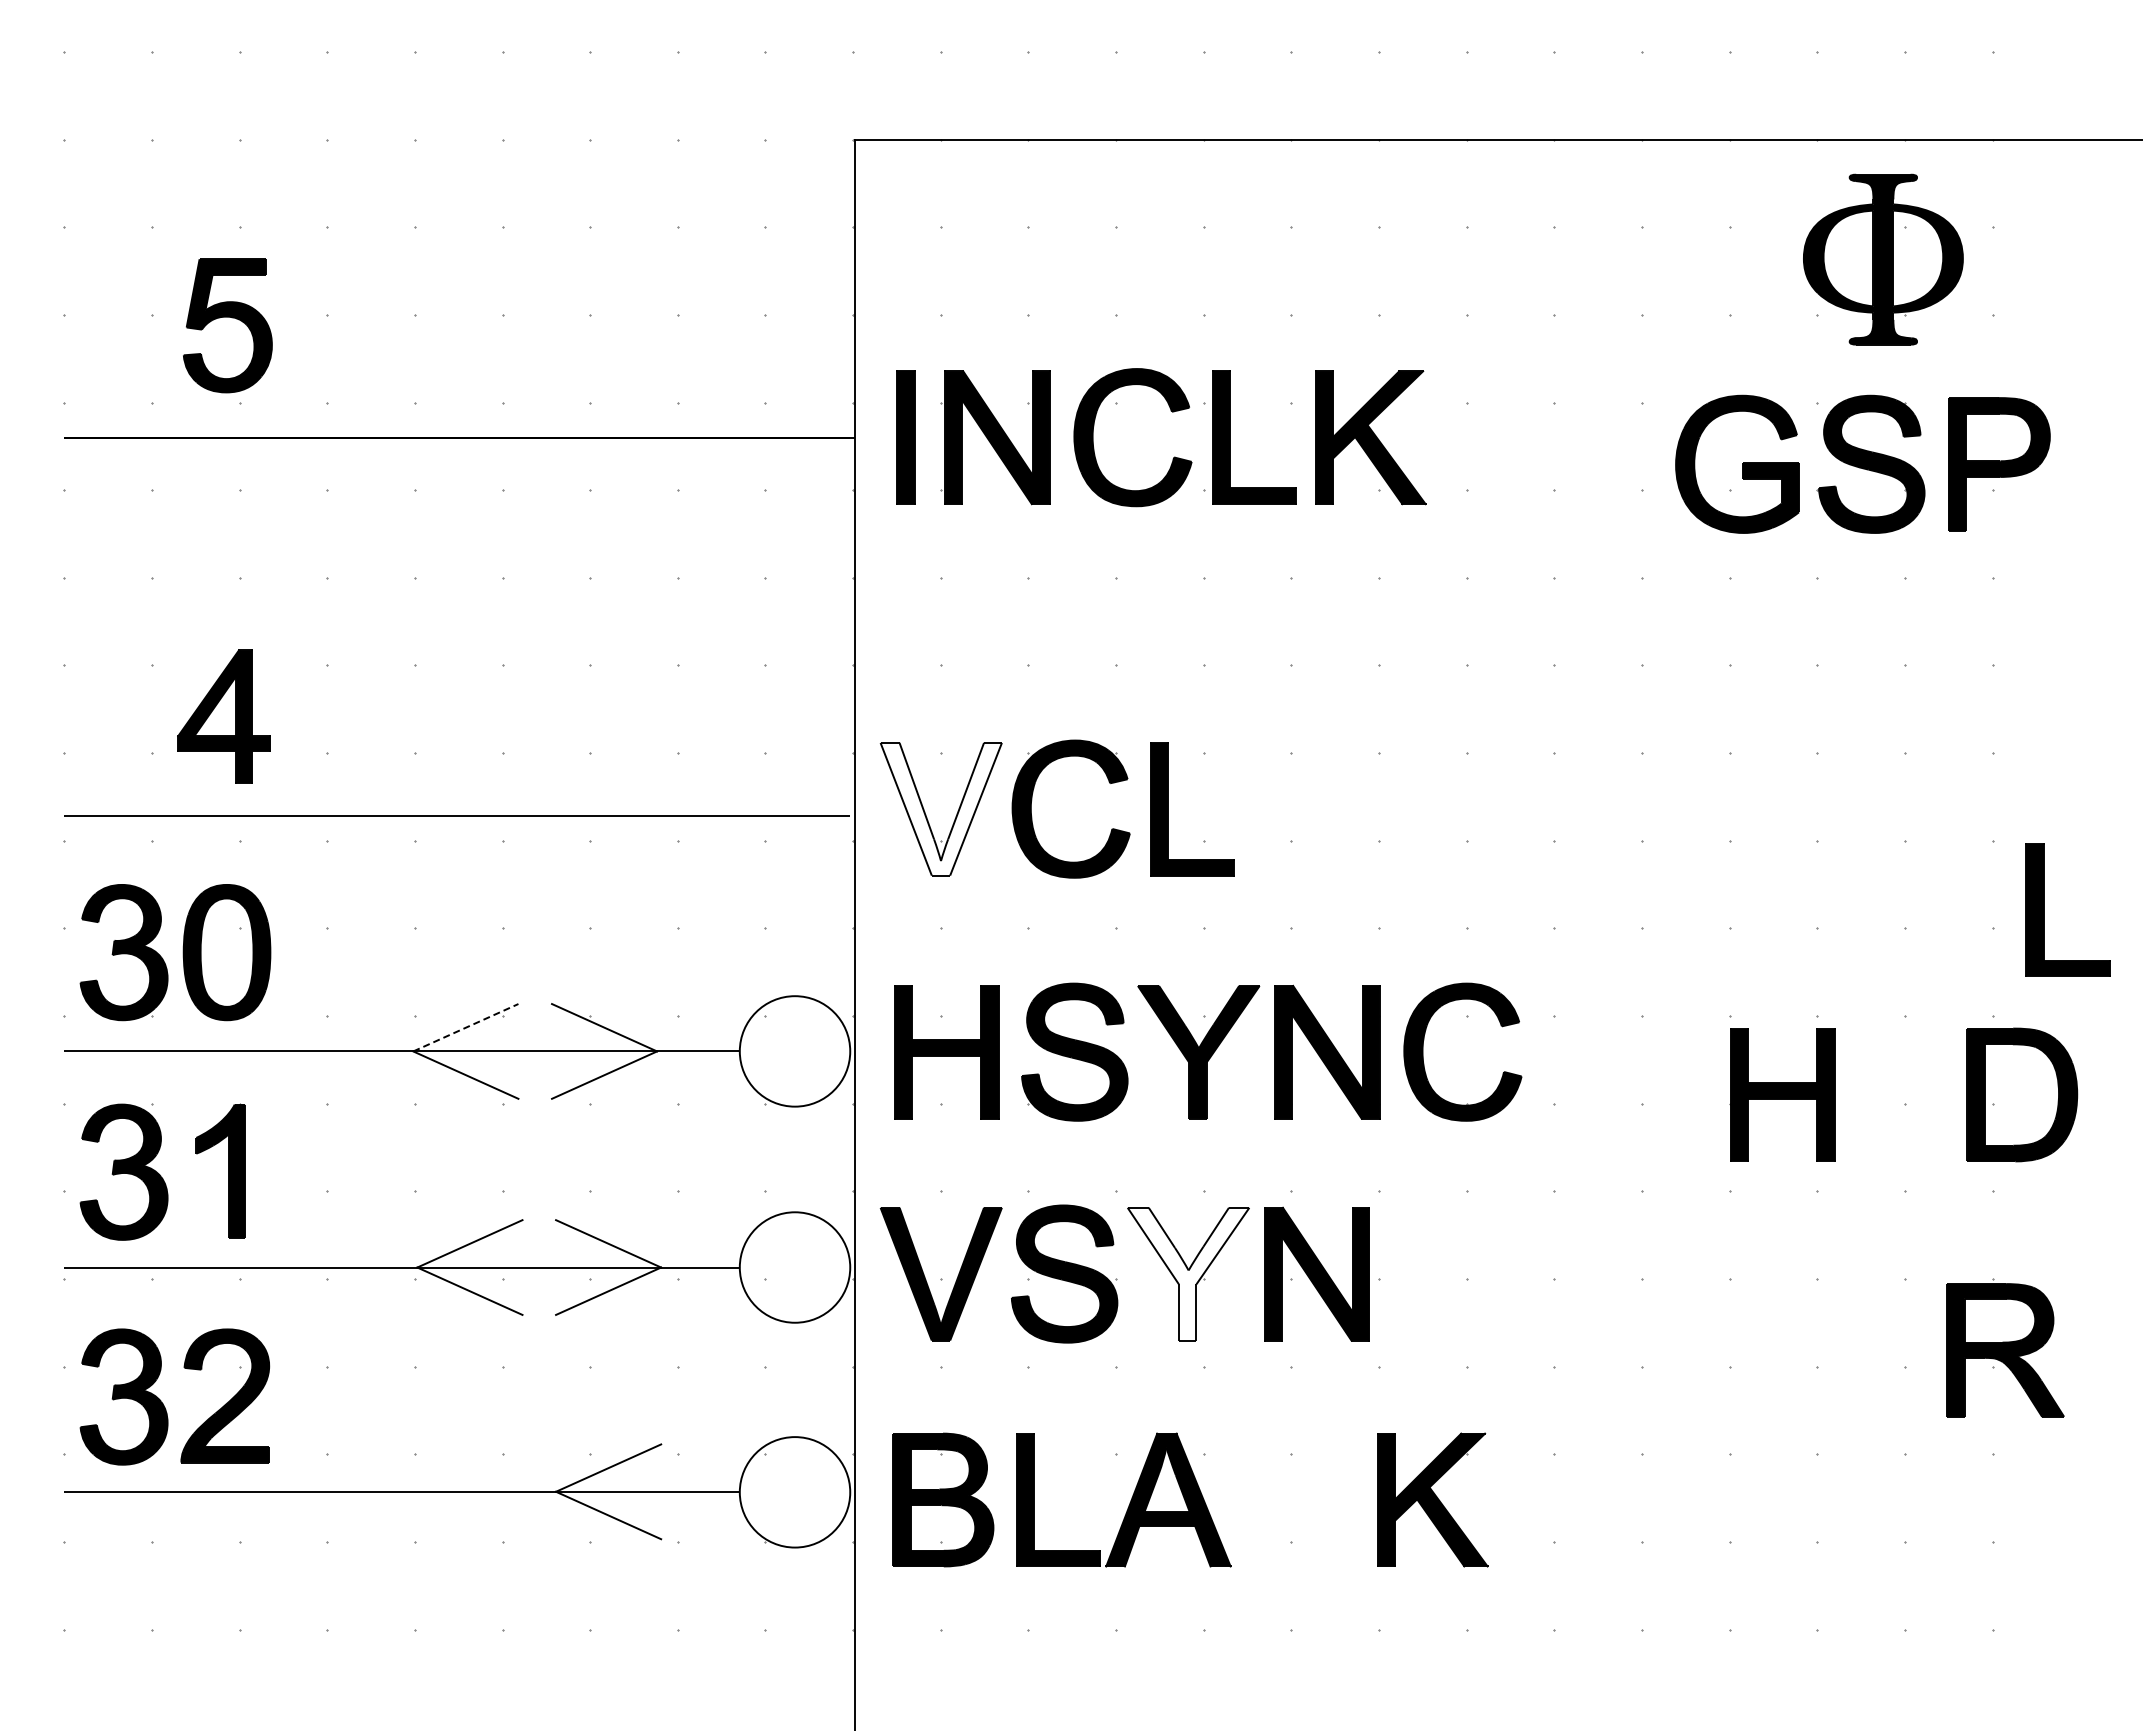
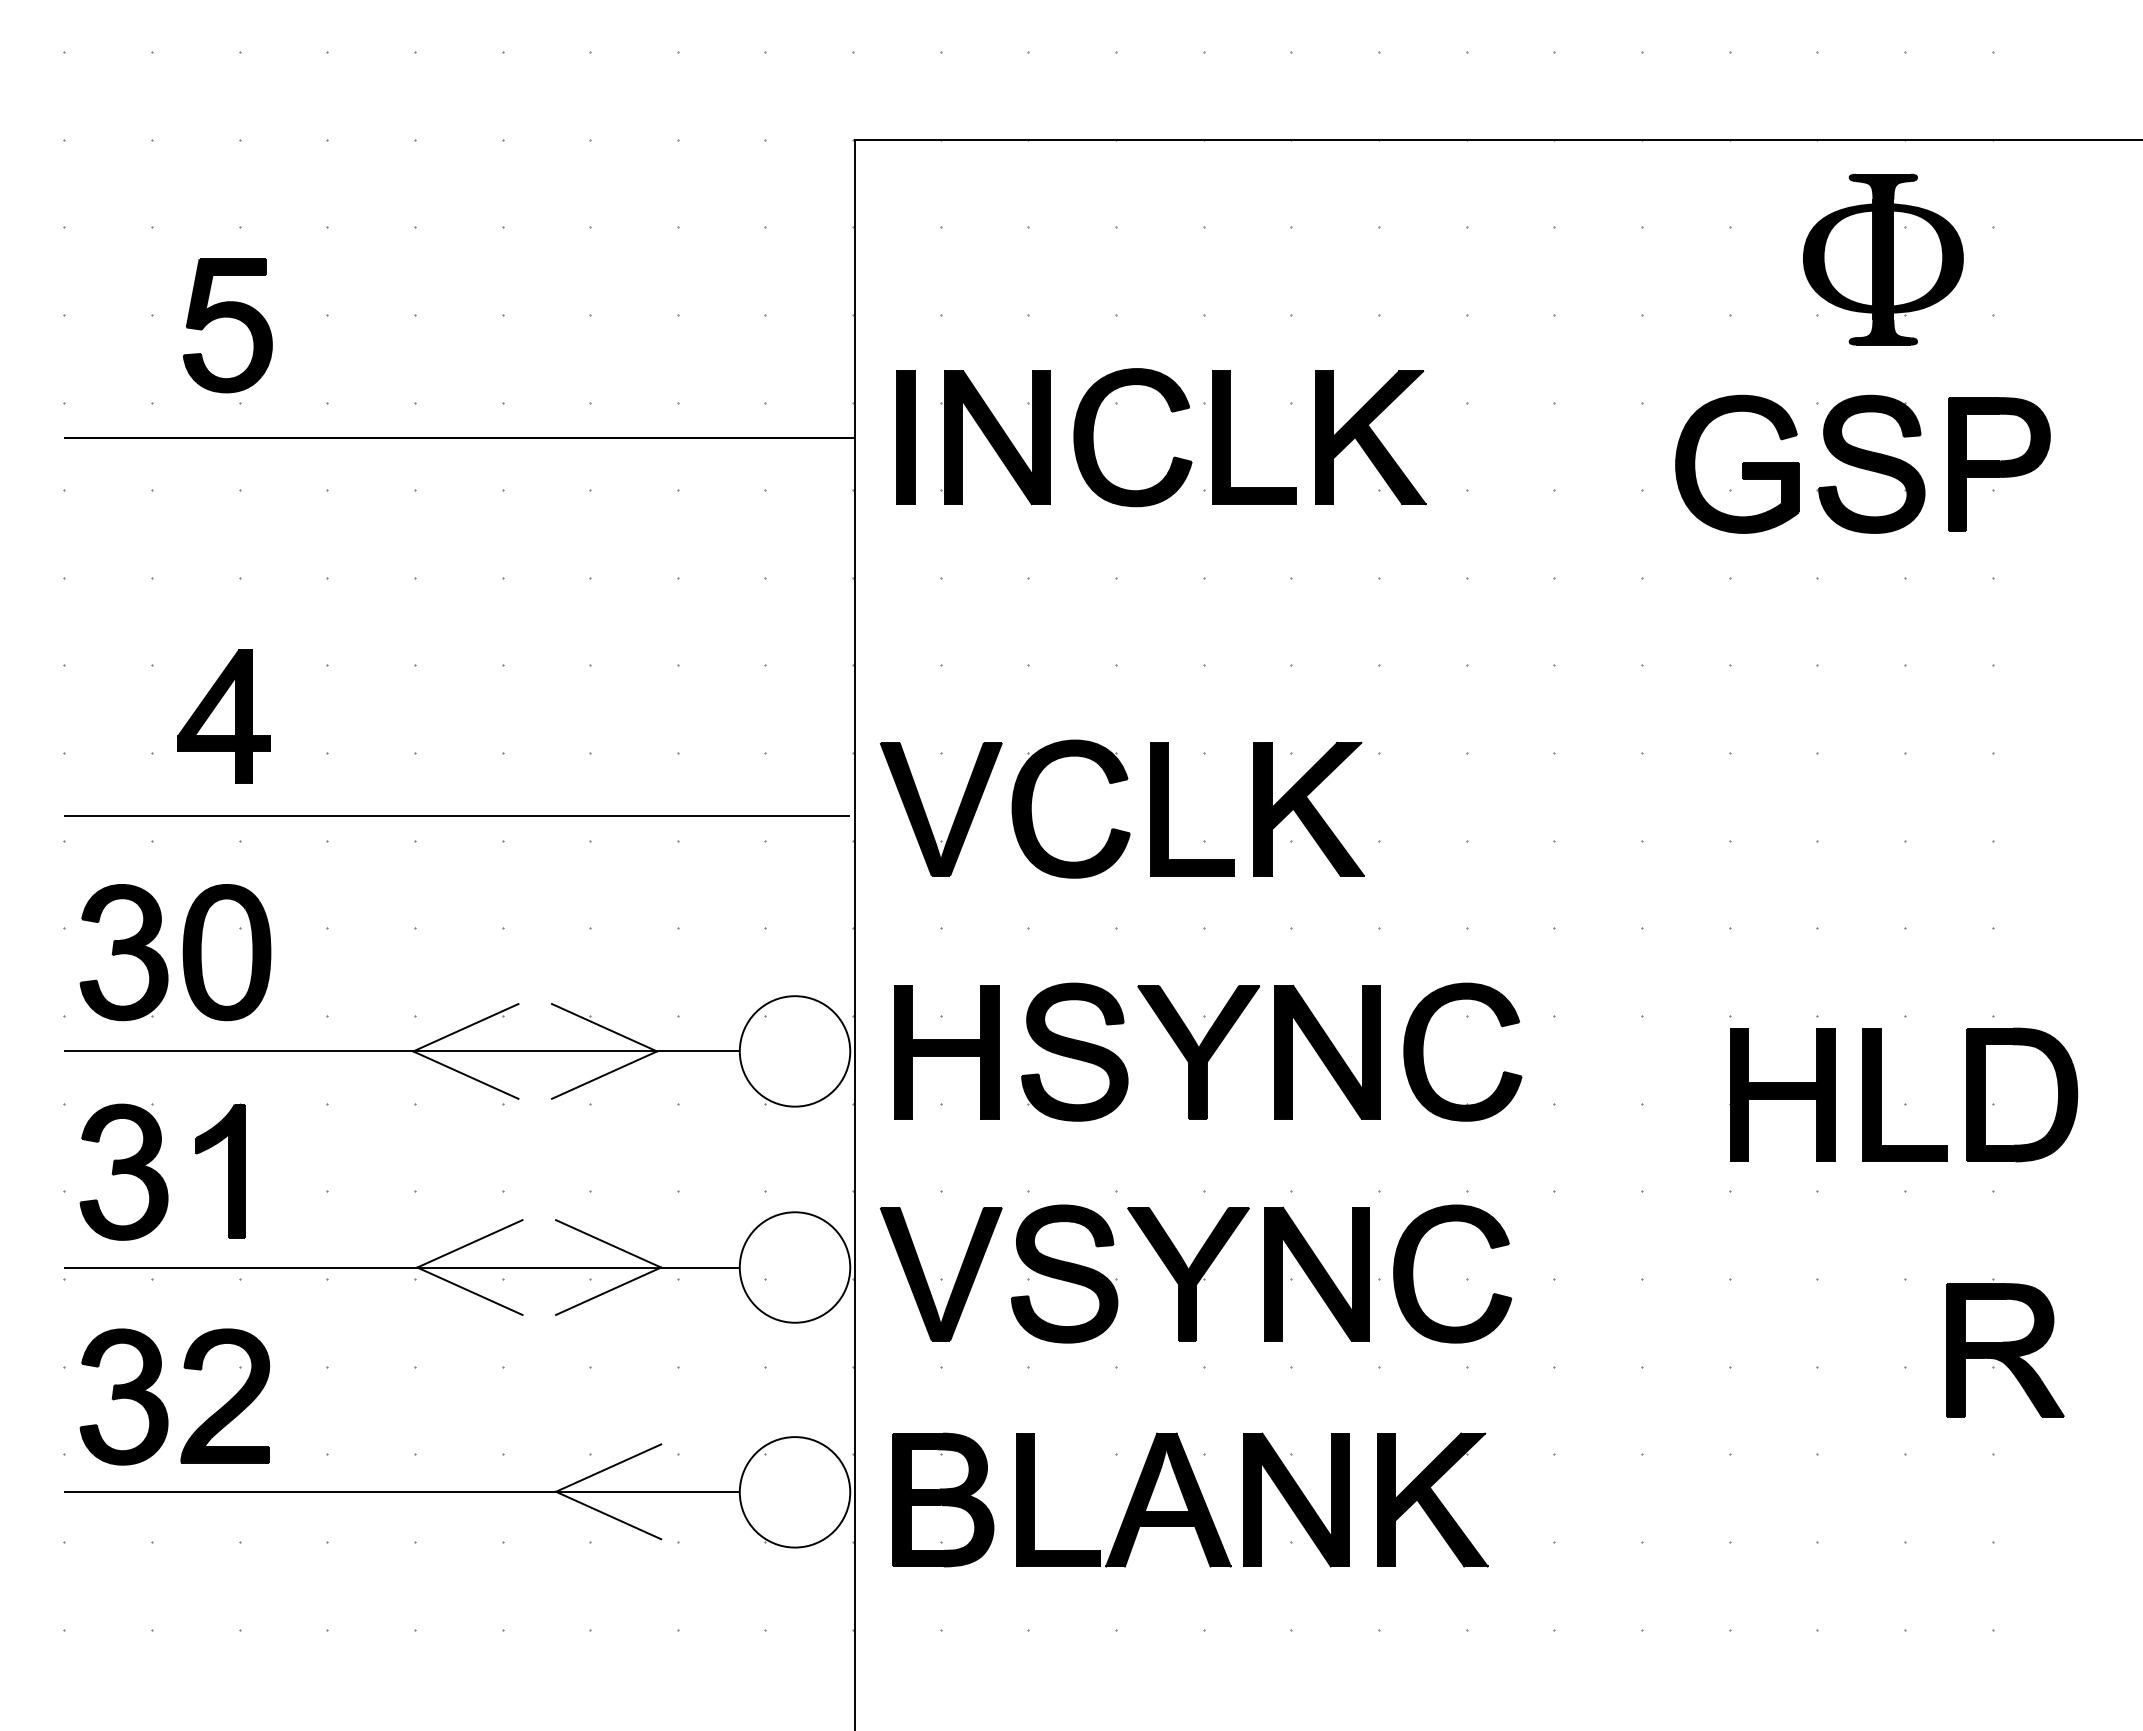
fill at (940, 808): none -> present
part at (1308, 808): none -> present
part at (2044, 909) position: (2044, 909) -> (1881, 1094)
line at (465, 1027): dashed -> solid
fill at (1188, 1273): none -> present
part at (1413, 1273): none -> present
part at (1296, 1499): none -> present
